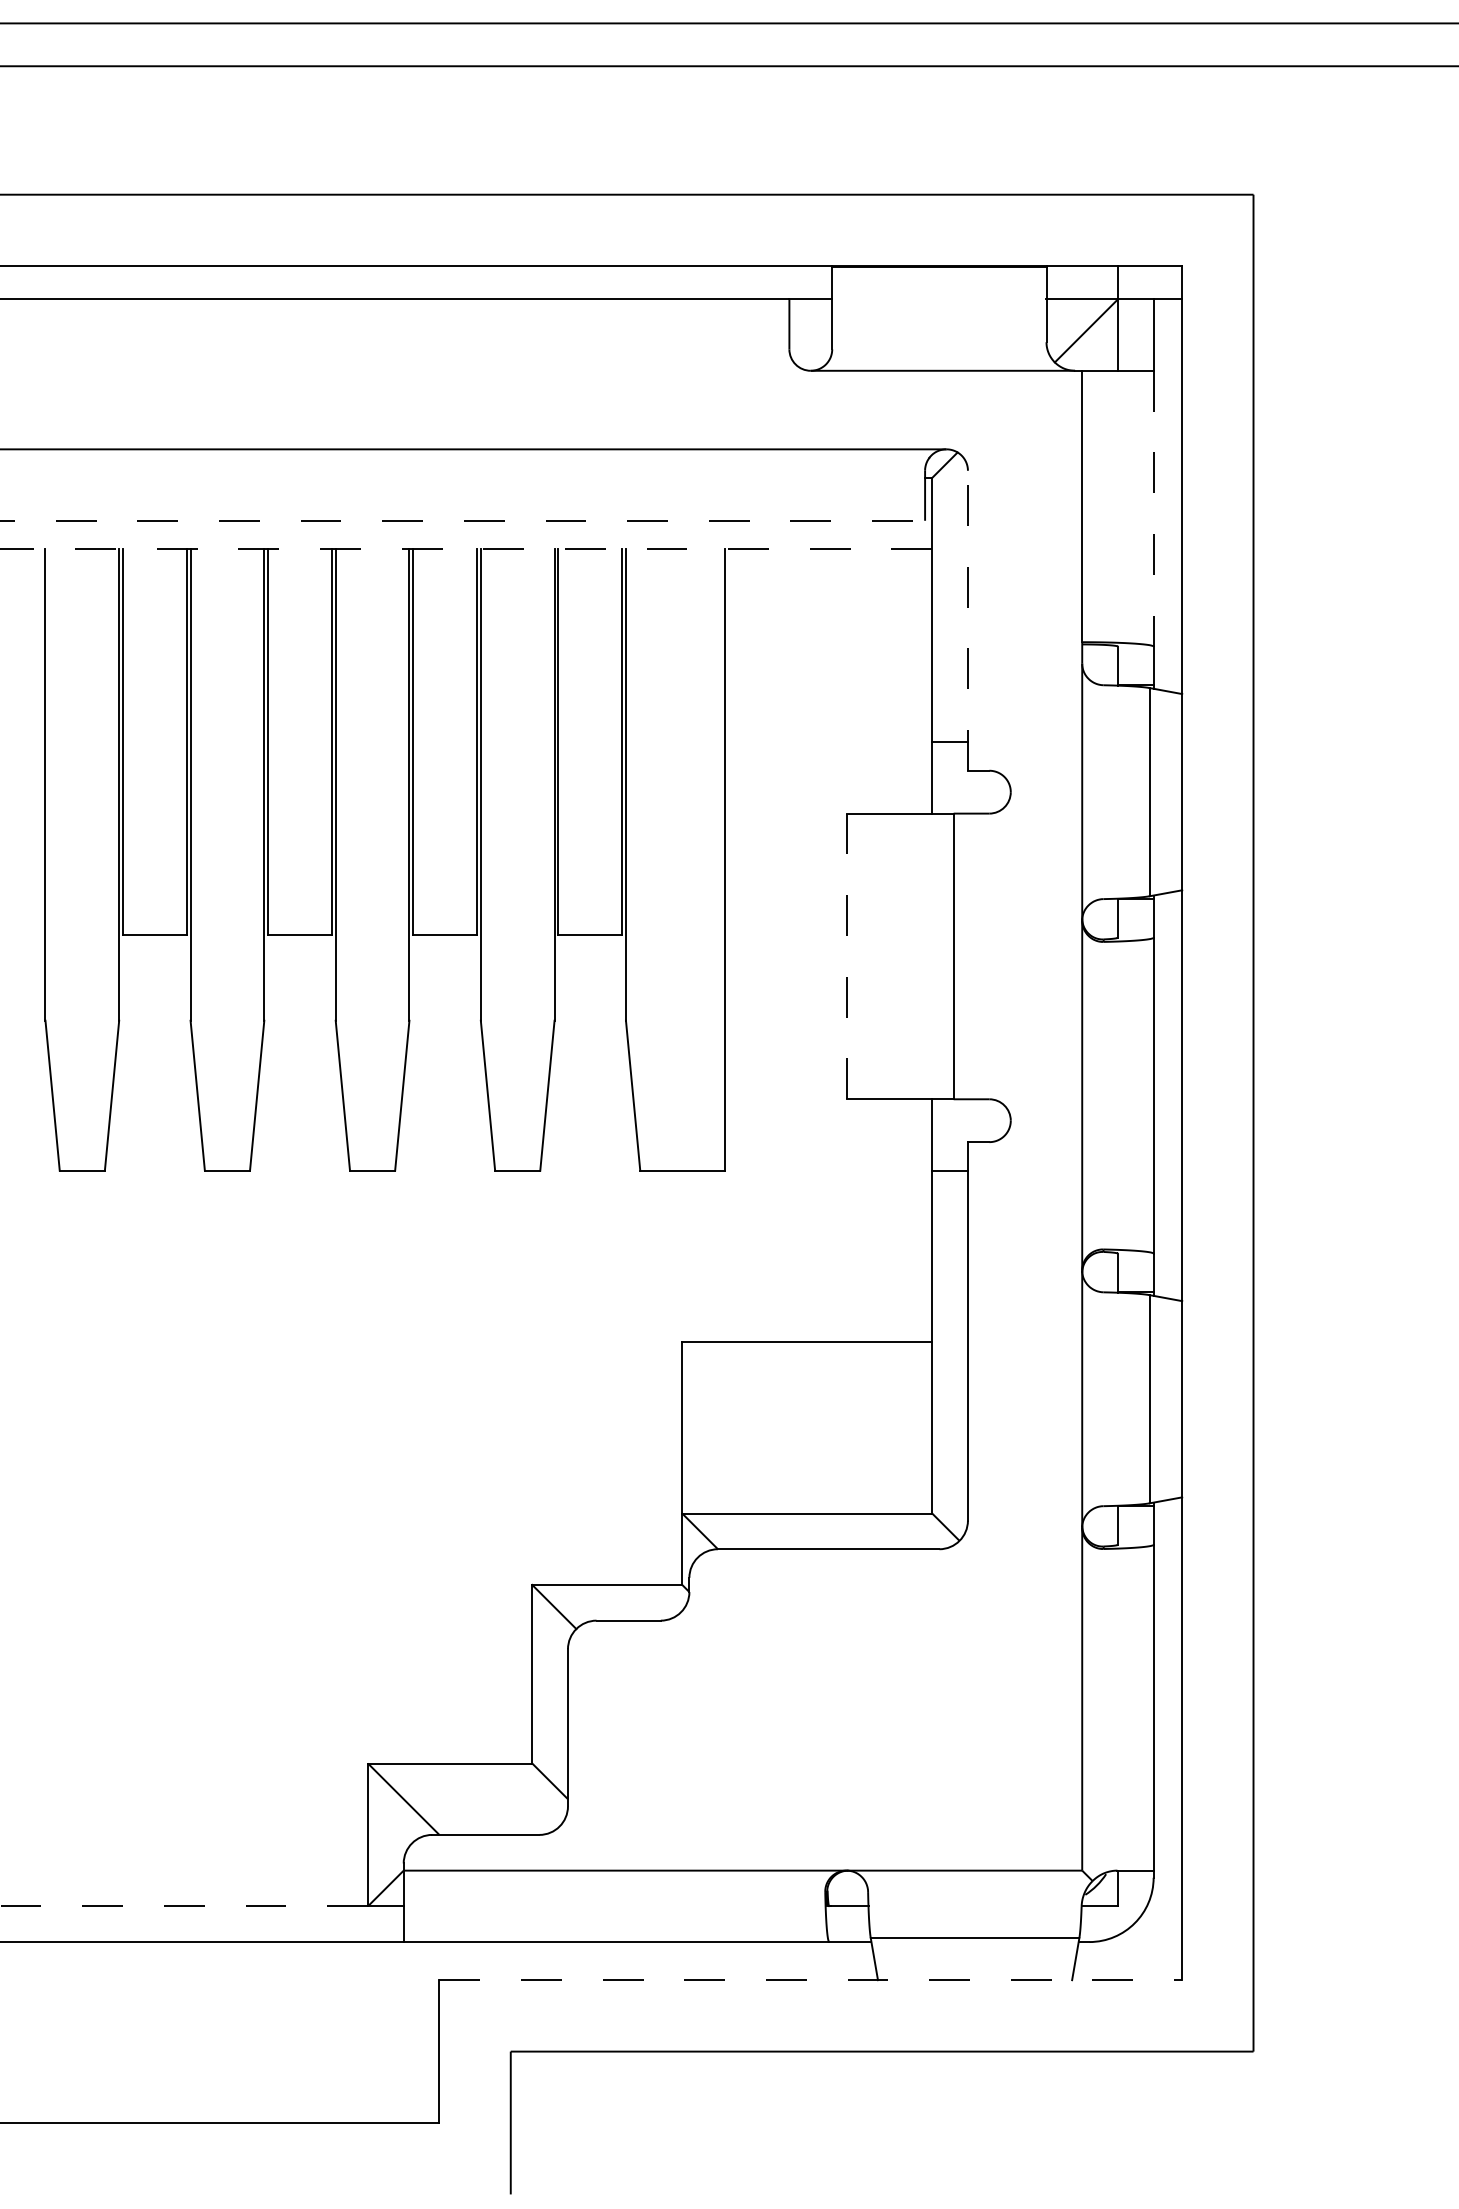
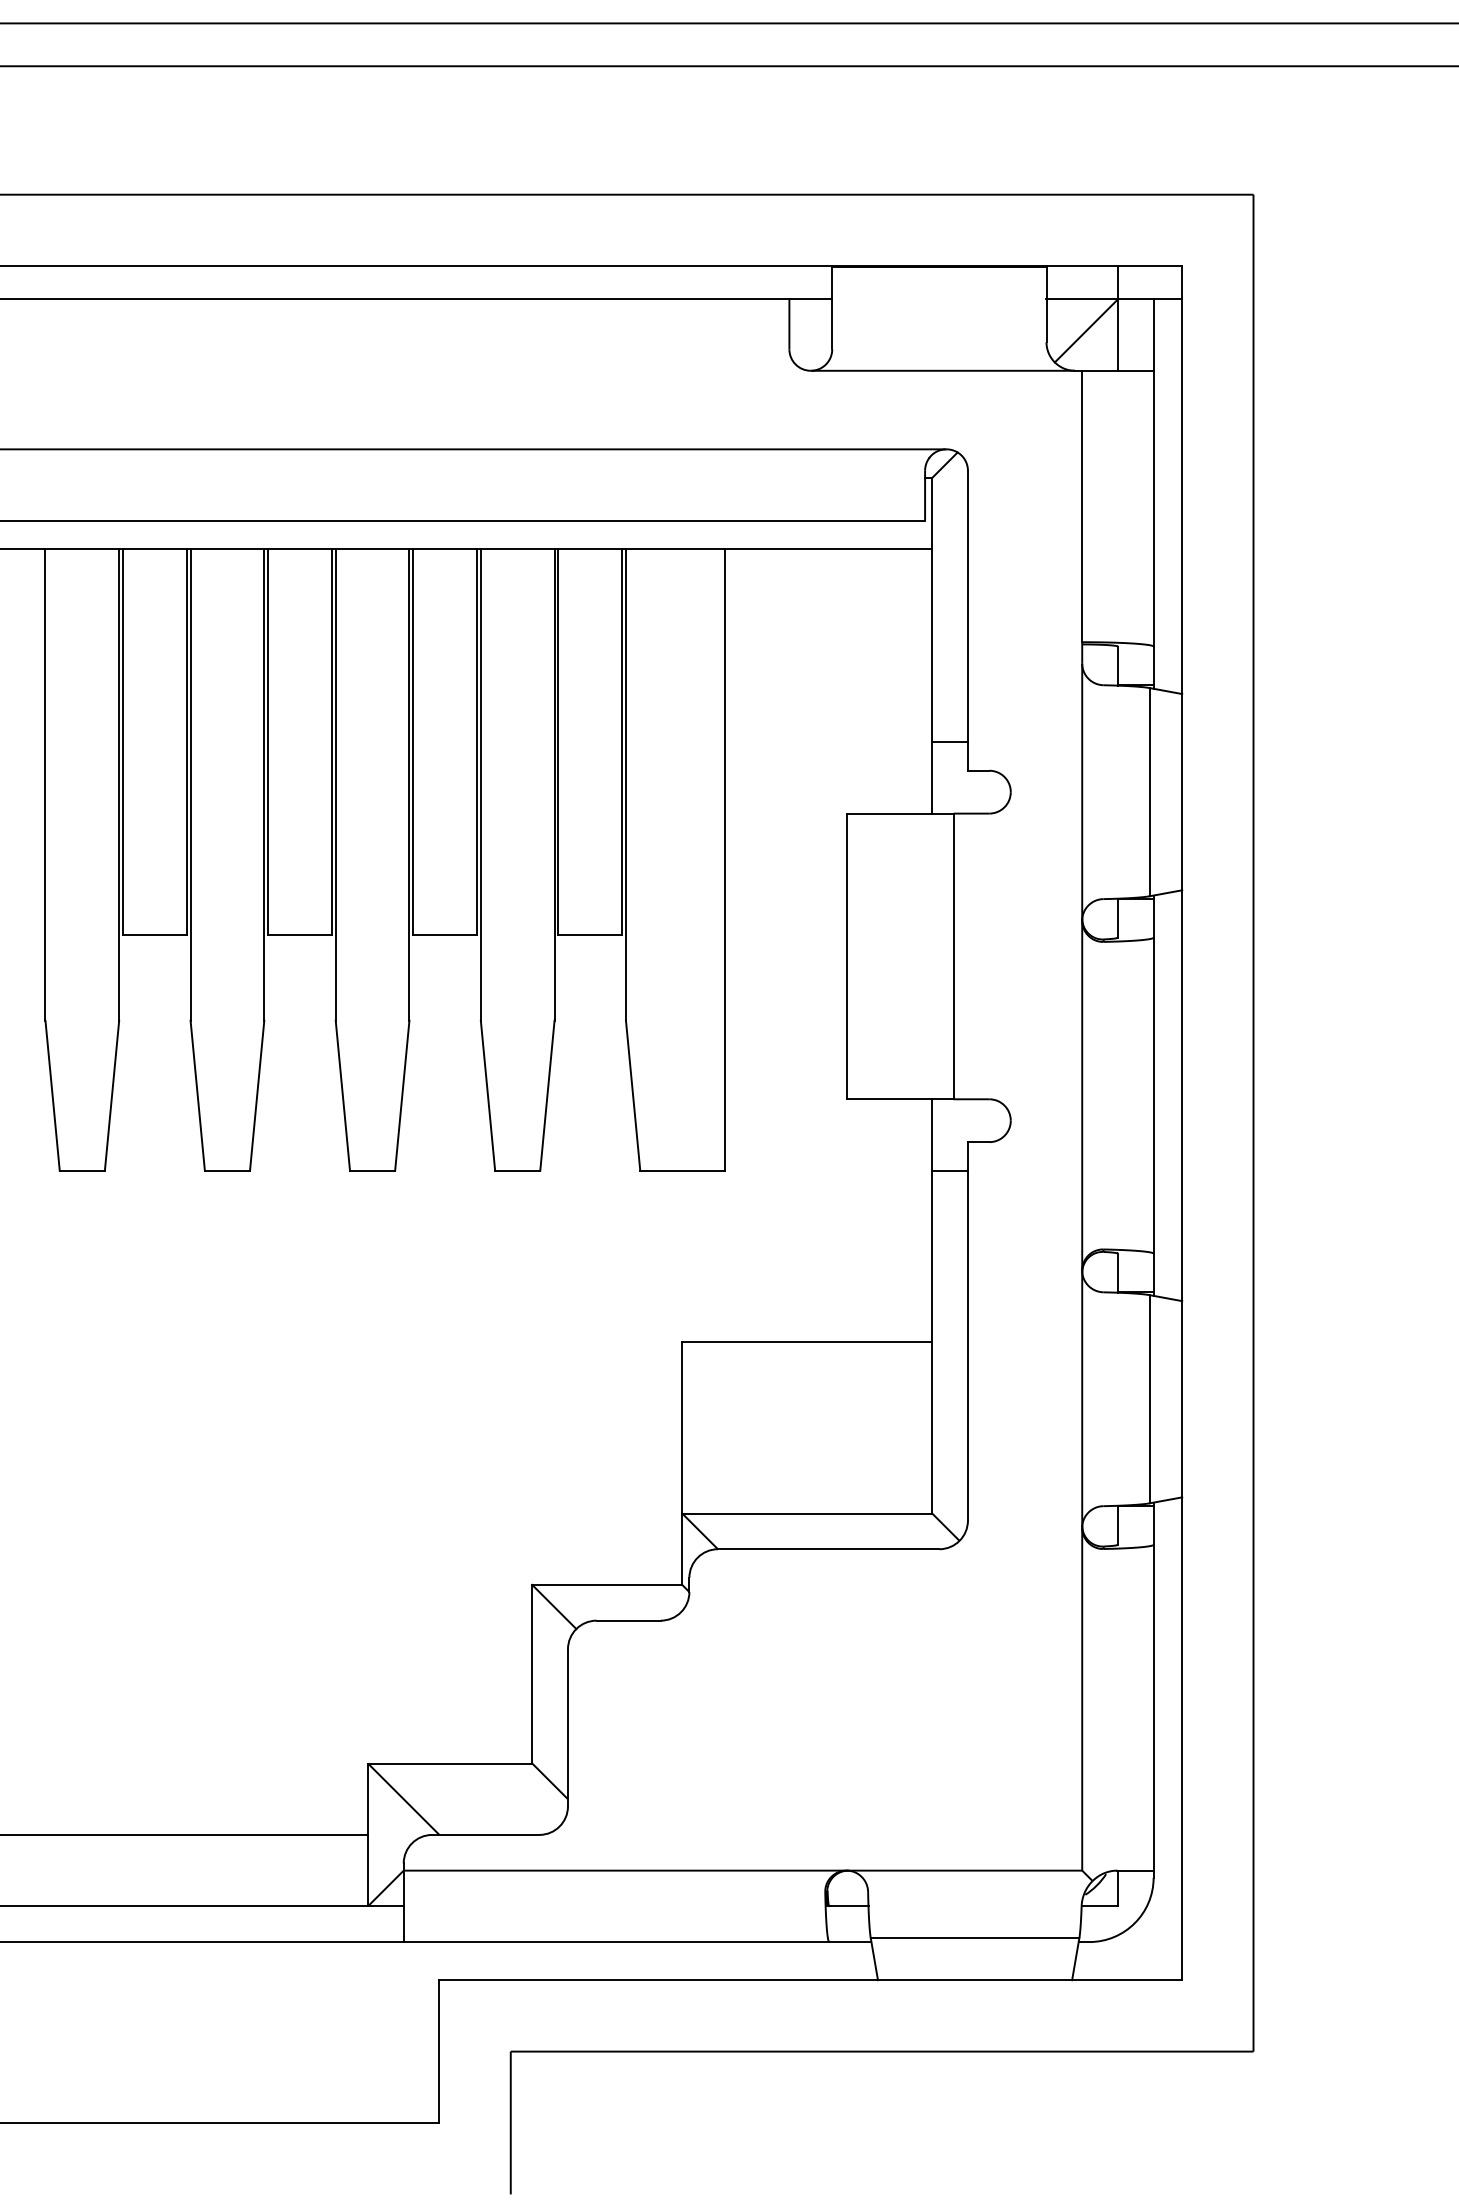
line at (1153, 508): dashed -> solid
line at (463, 520): dashed -> solid
line at (466, 549): dashed -> solid
line at (967, 620): dashed -> solid
line at (846, 956): dashed -> solid
line at (185, 1834): none -> present
line at (184, 1906): dashed -> solid
line at (811, 1980): dashed -> solid
